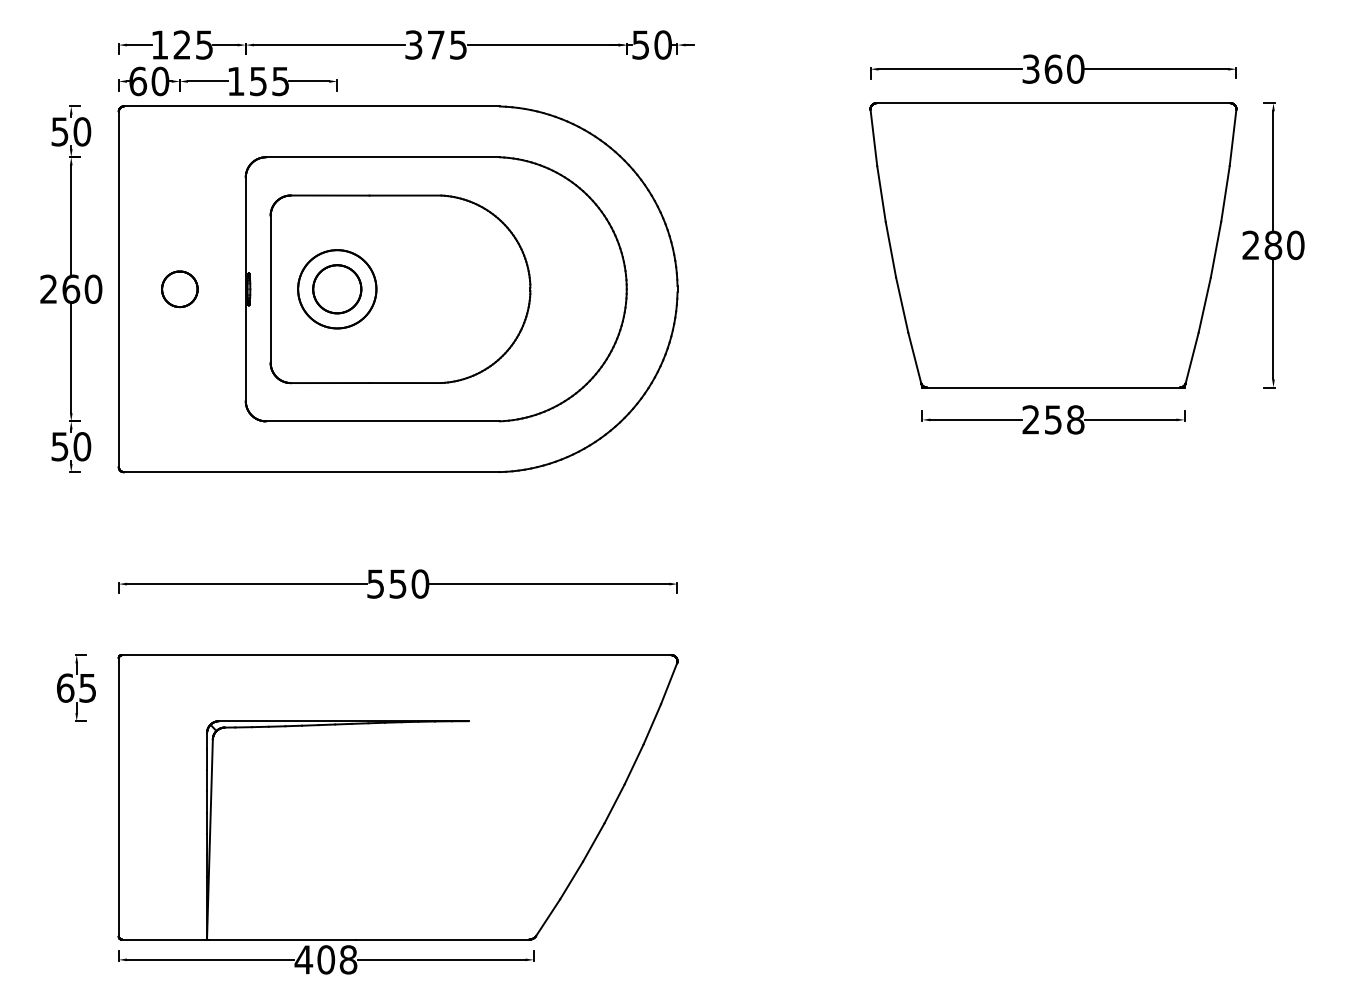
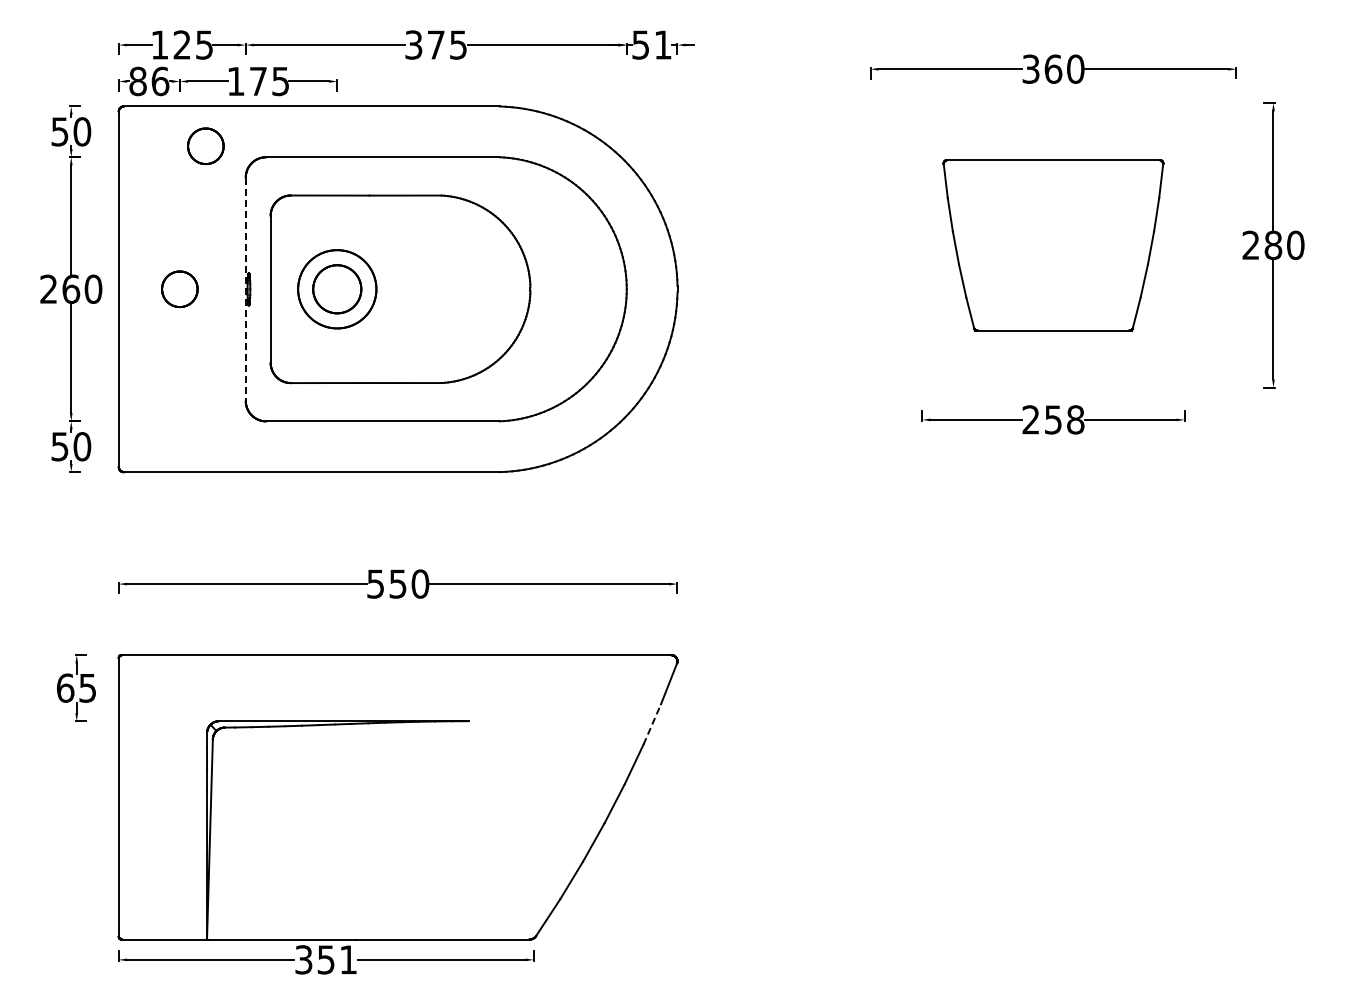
text at (662, 44): 50 -> 51
text at (149, 81): 60 -> 86
text at (258, 81): 155 -> 175
part at (205, 146): none -> present
part at (1053, 245) size: 369x287 px -> 223x173 px
line at (245, 289): solid -> dashed
line at (652, 724): solid -> dashed
text at (325, 959): 408 -> 351
